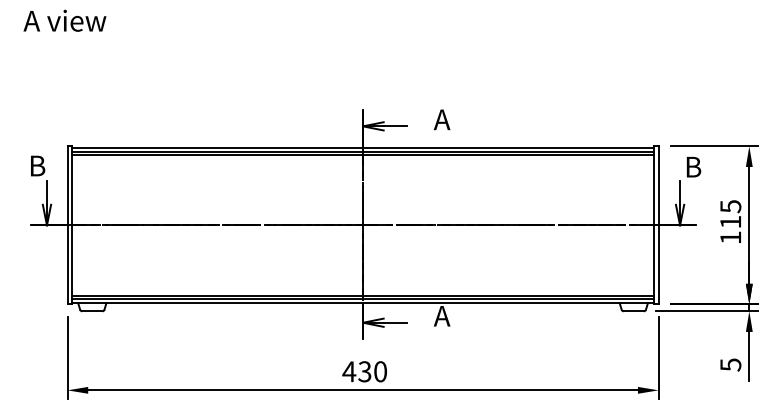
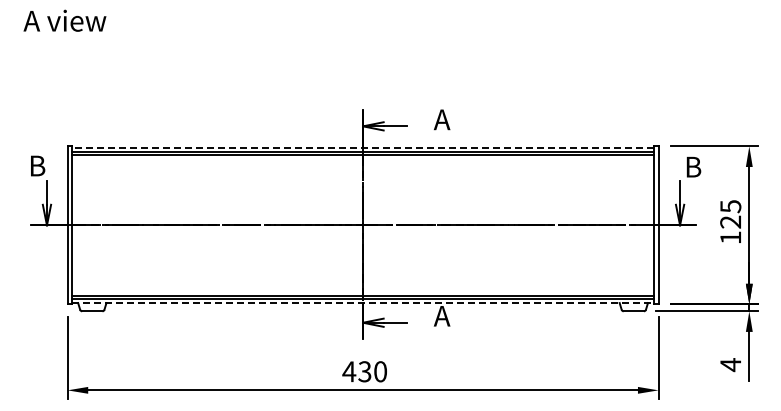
line at (362, 147): solid -> dashed
text at (730, 221): 115 -> 125
line at (363, 303): solid -> dashed
text at (730, 365): 5 -> 4
